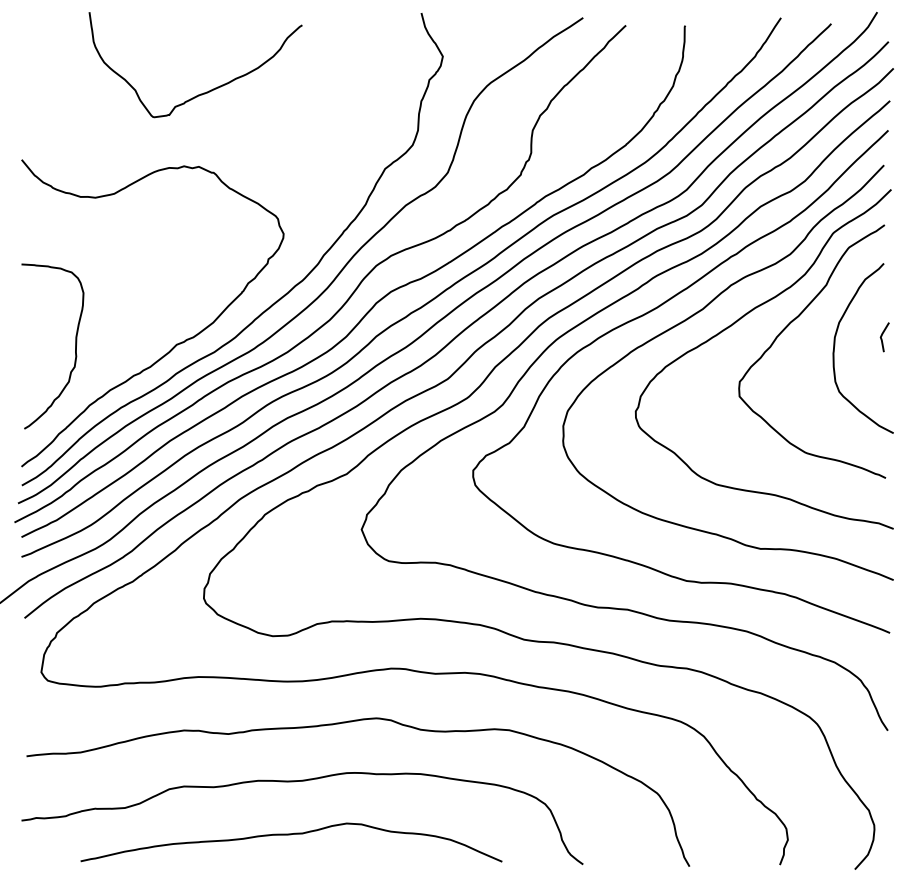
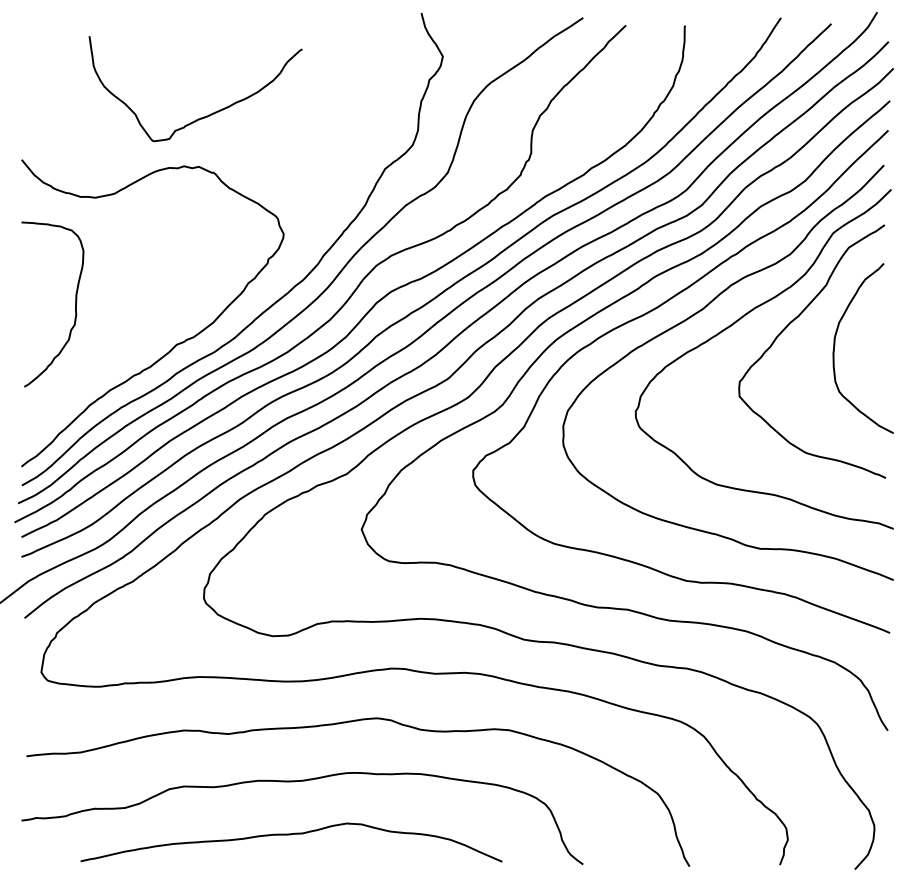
curve at (203, 92) position: (203, 92) -> (203, 116)
line at (882, 336): present -> none
curve at (75, 346) position: (75, 346) -> (75, 304)
